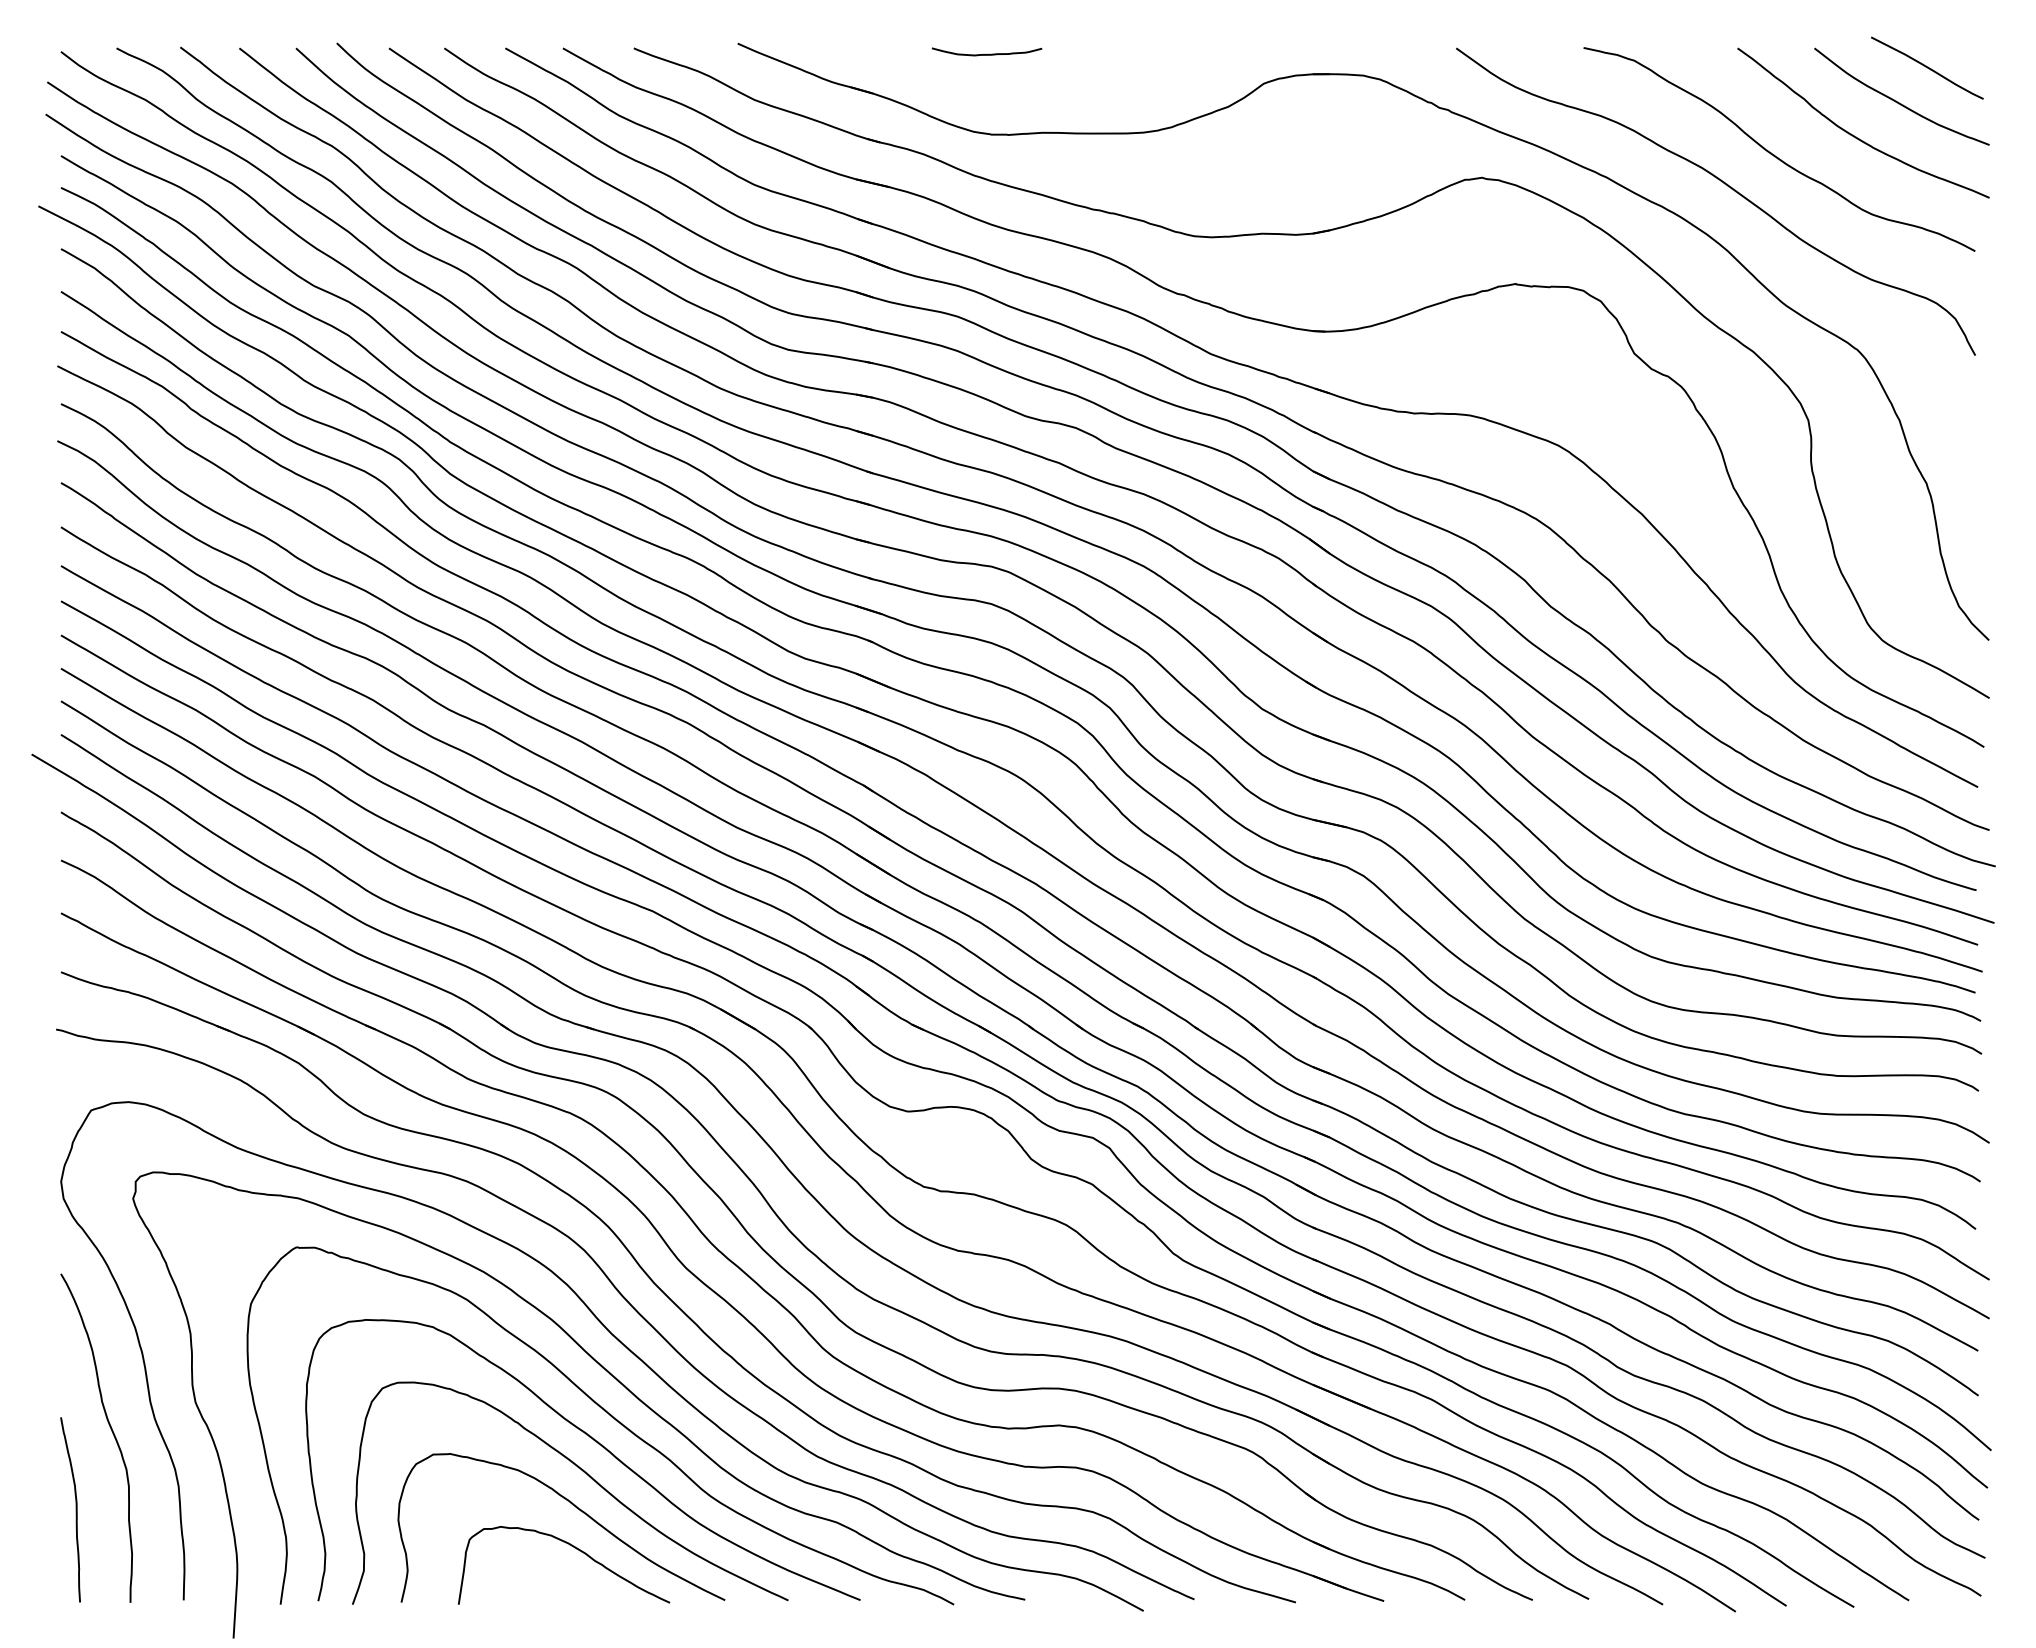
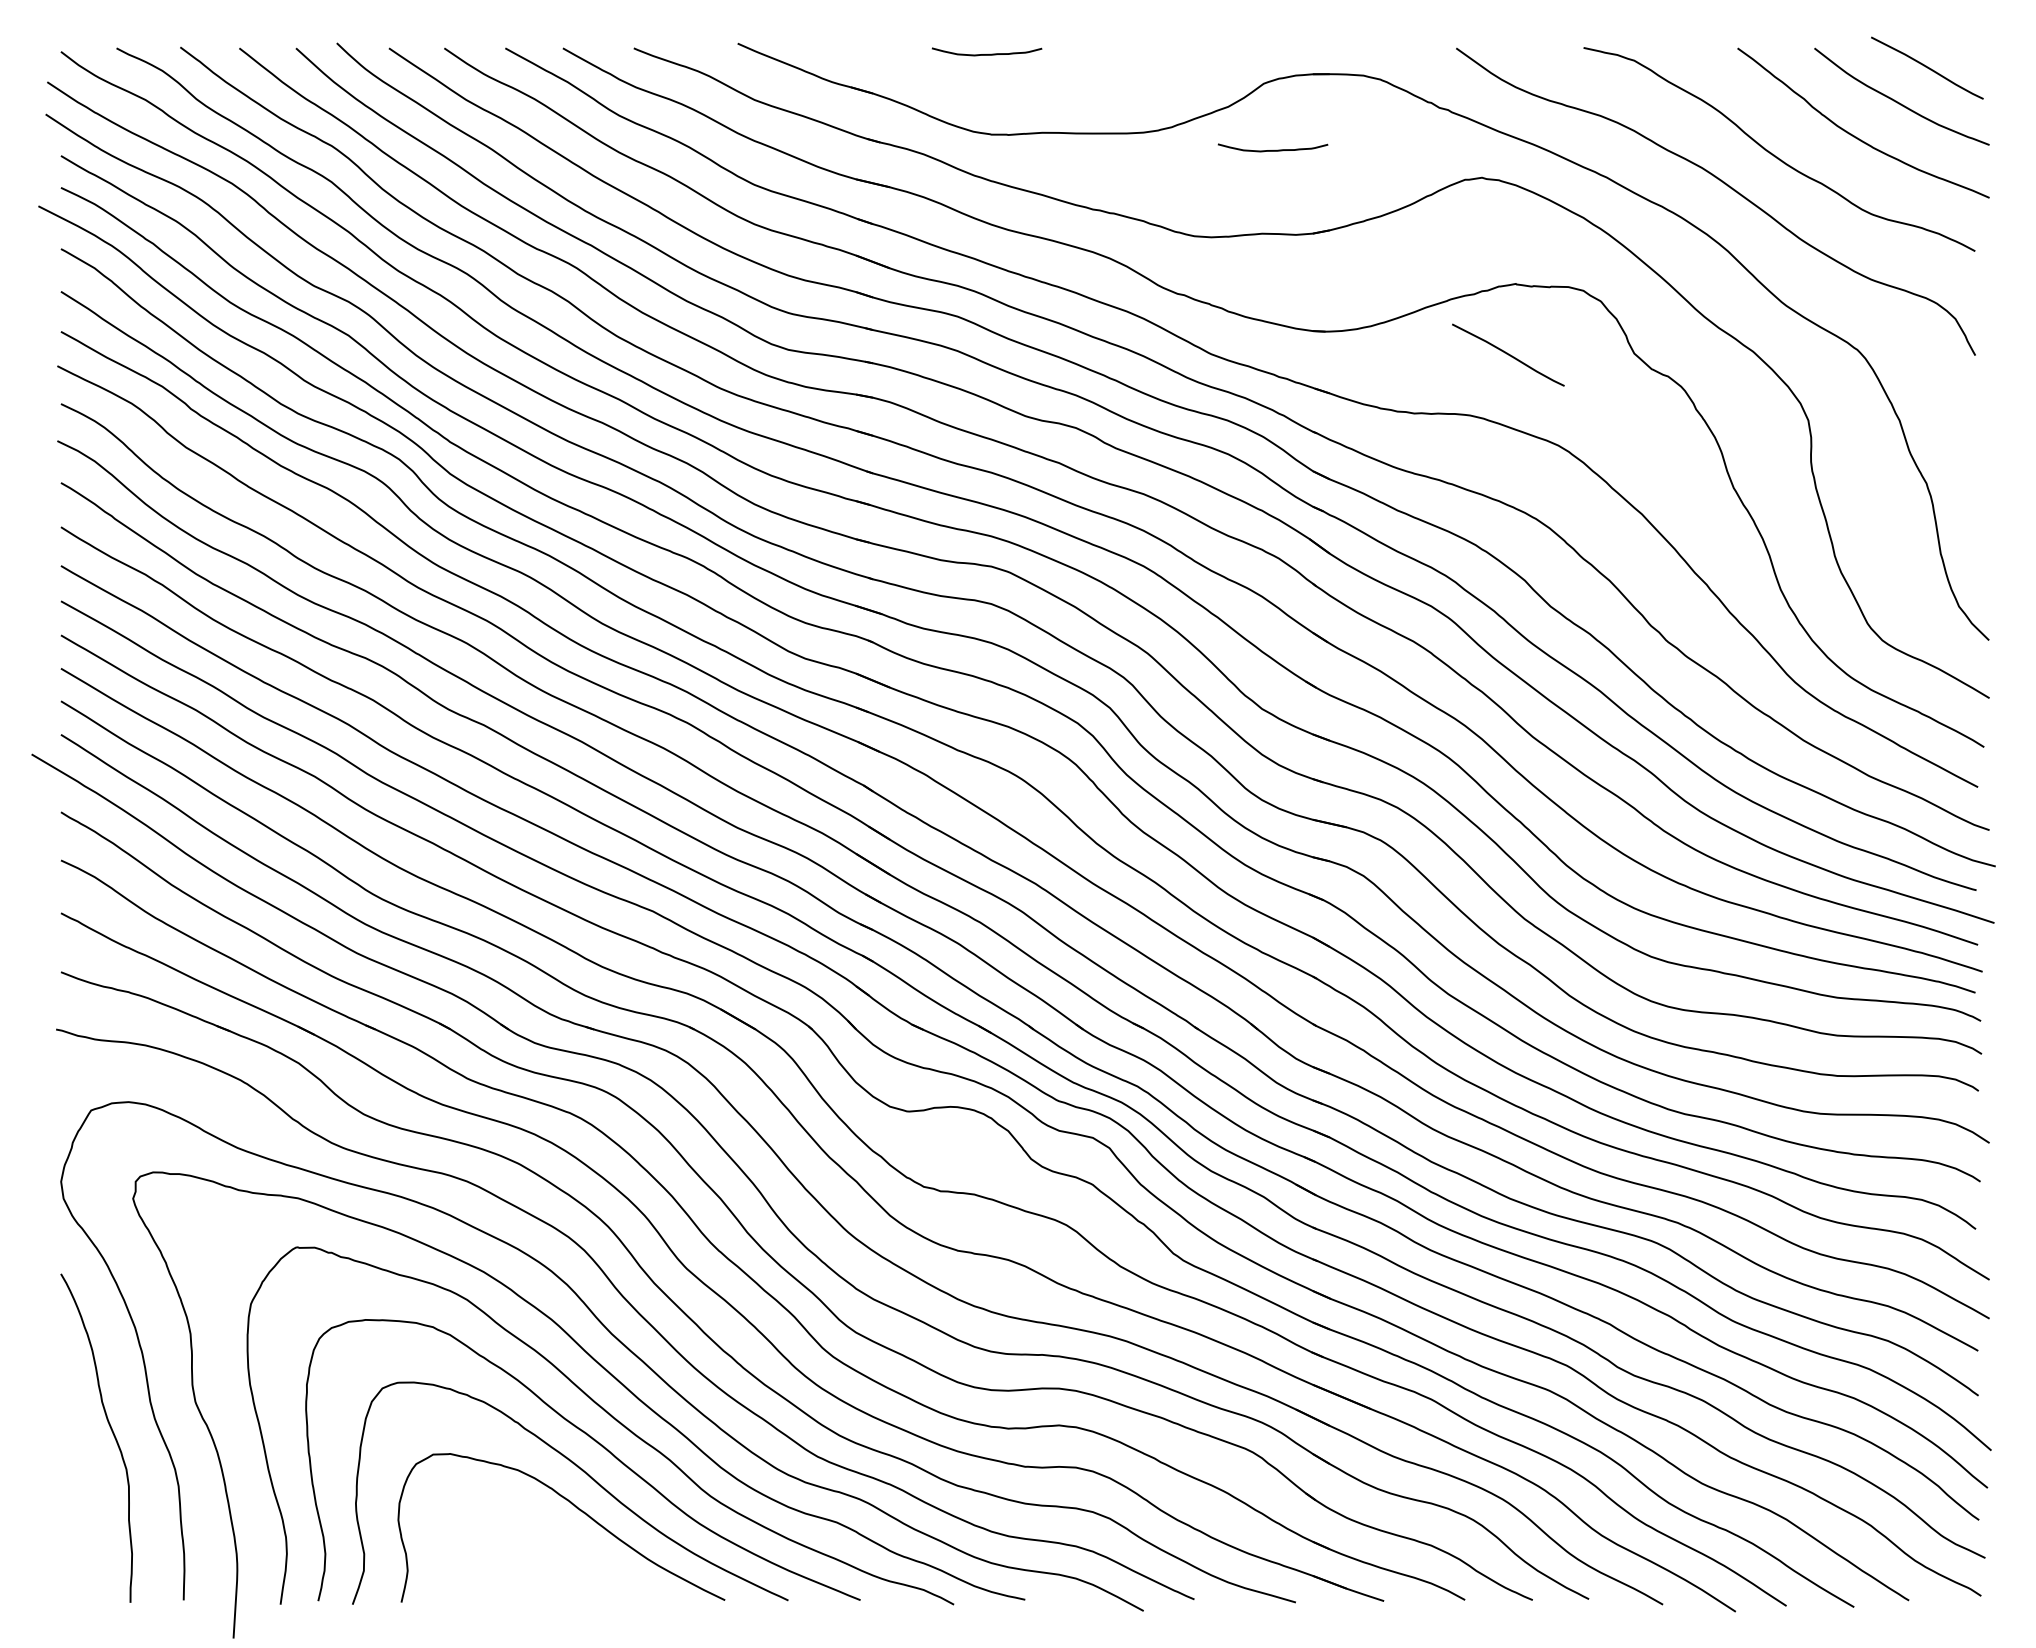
curve at (1272, 150): none -> present
curve at (1508, 354): none -> present
curve at (75, 1509): present -> none
curve at (574, 1548): present -> none
